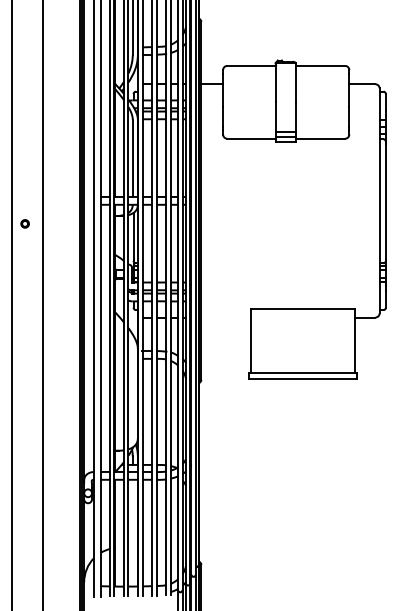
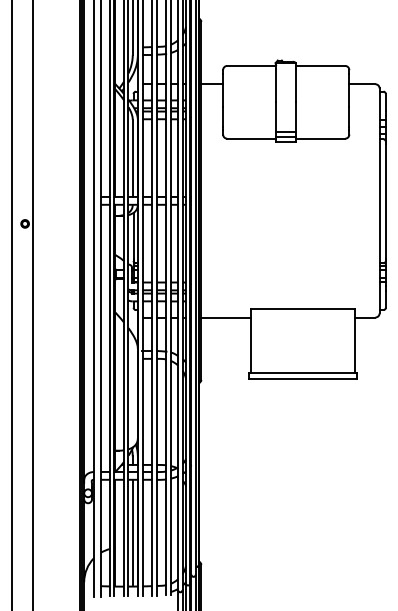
line at (42, 304) position: (42, 304) -> (32, 304)
line at (225, 317): none -> present
line at (132, 532): none -> present
